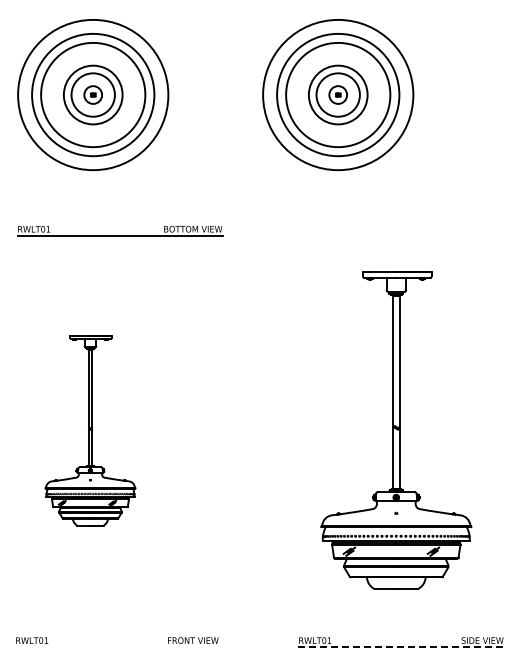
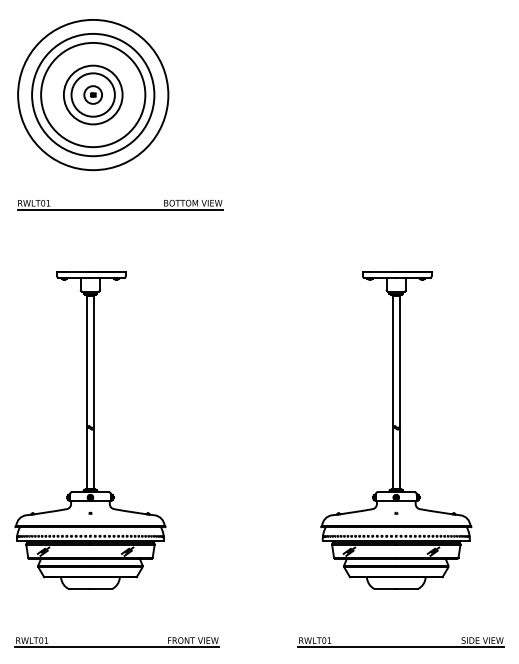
part at (338, 95): present -> none
part at (120, 230) position: (120, 230) -> (120, 204)
part at (90, 430) size: 93x192 px -> 153x319 px
line at (116, 647): none -> present
line at (401, 647): dashed -> solid
